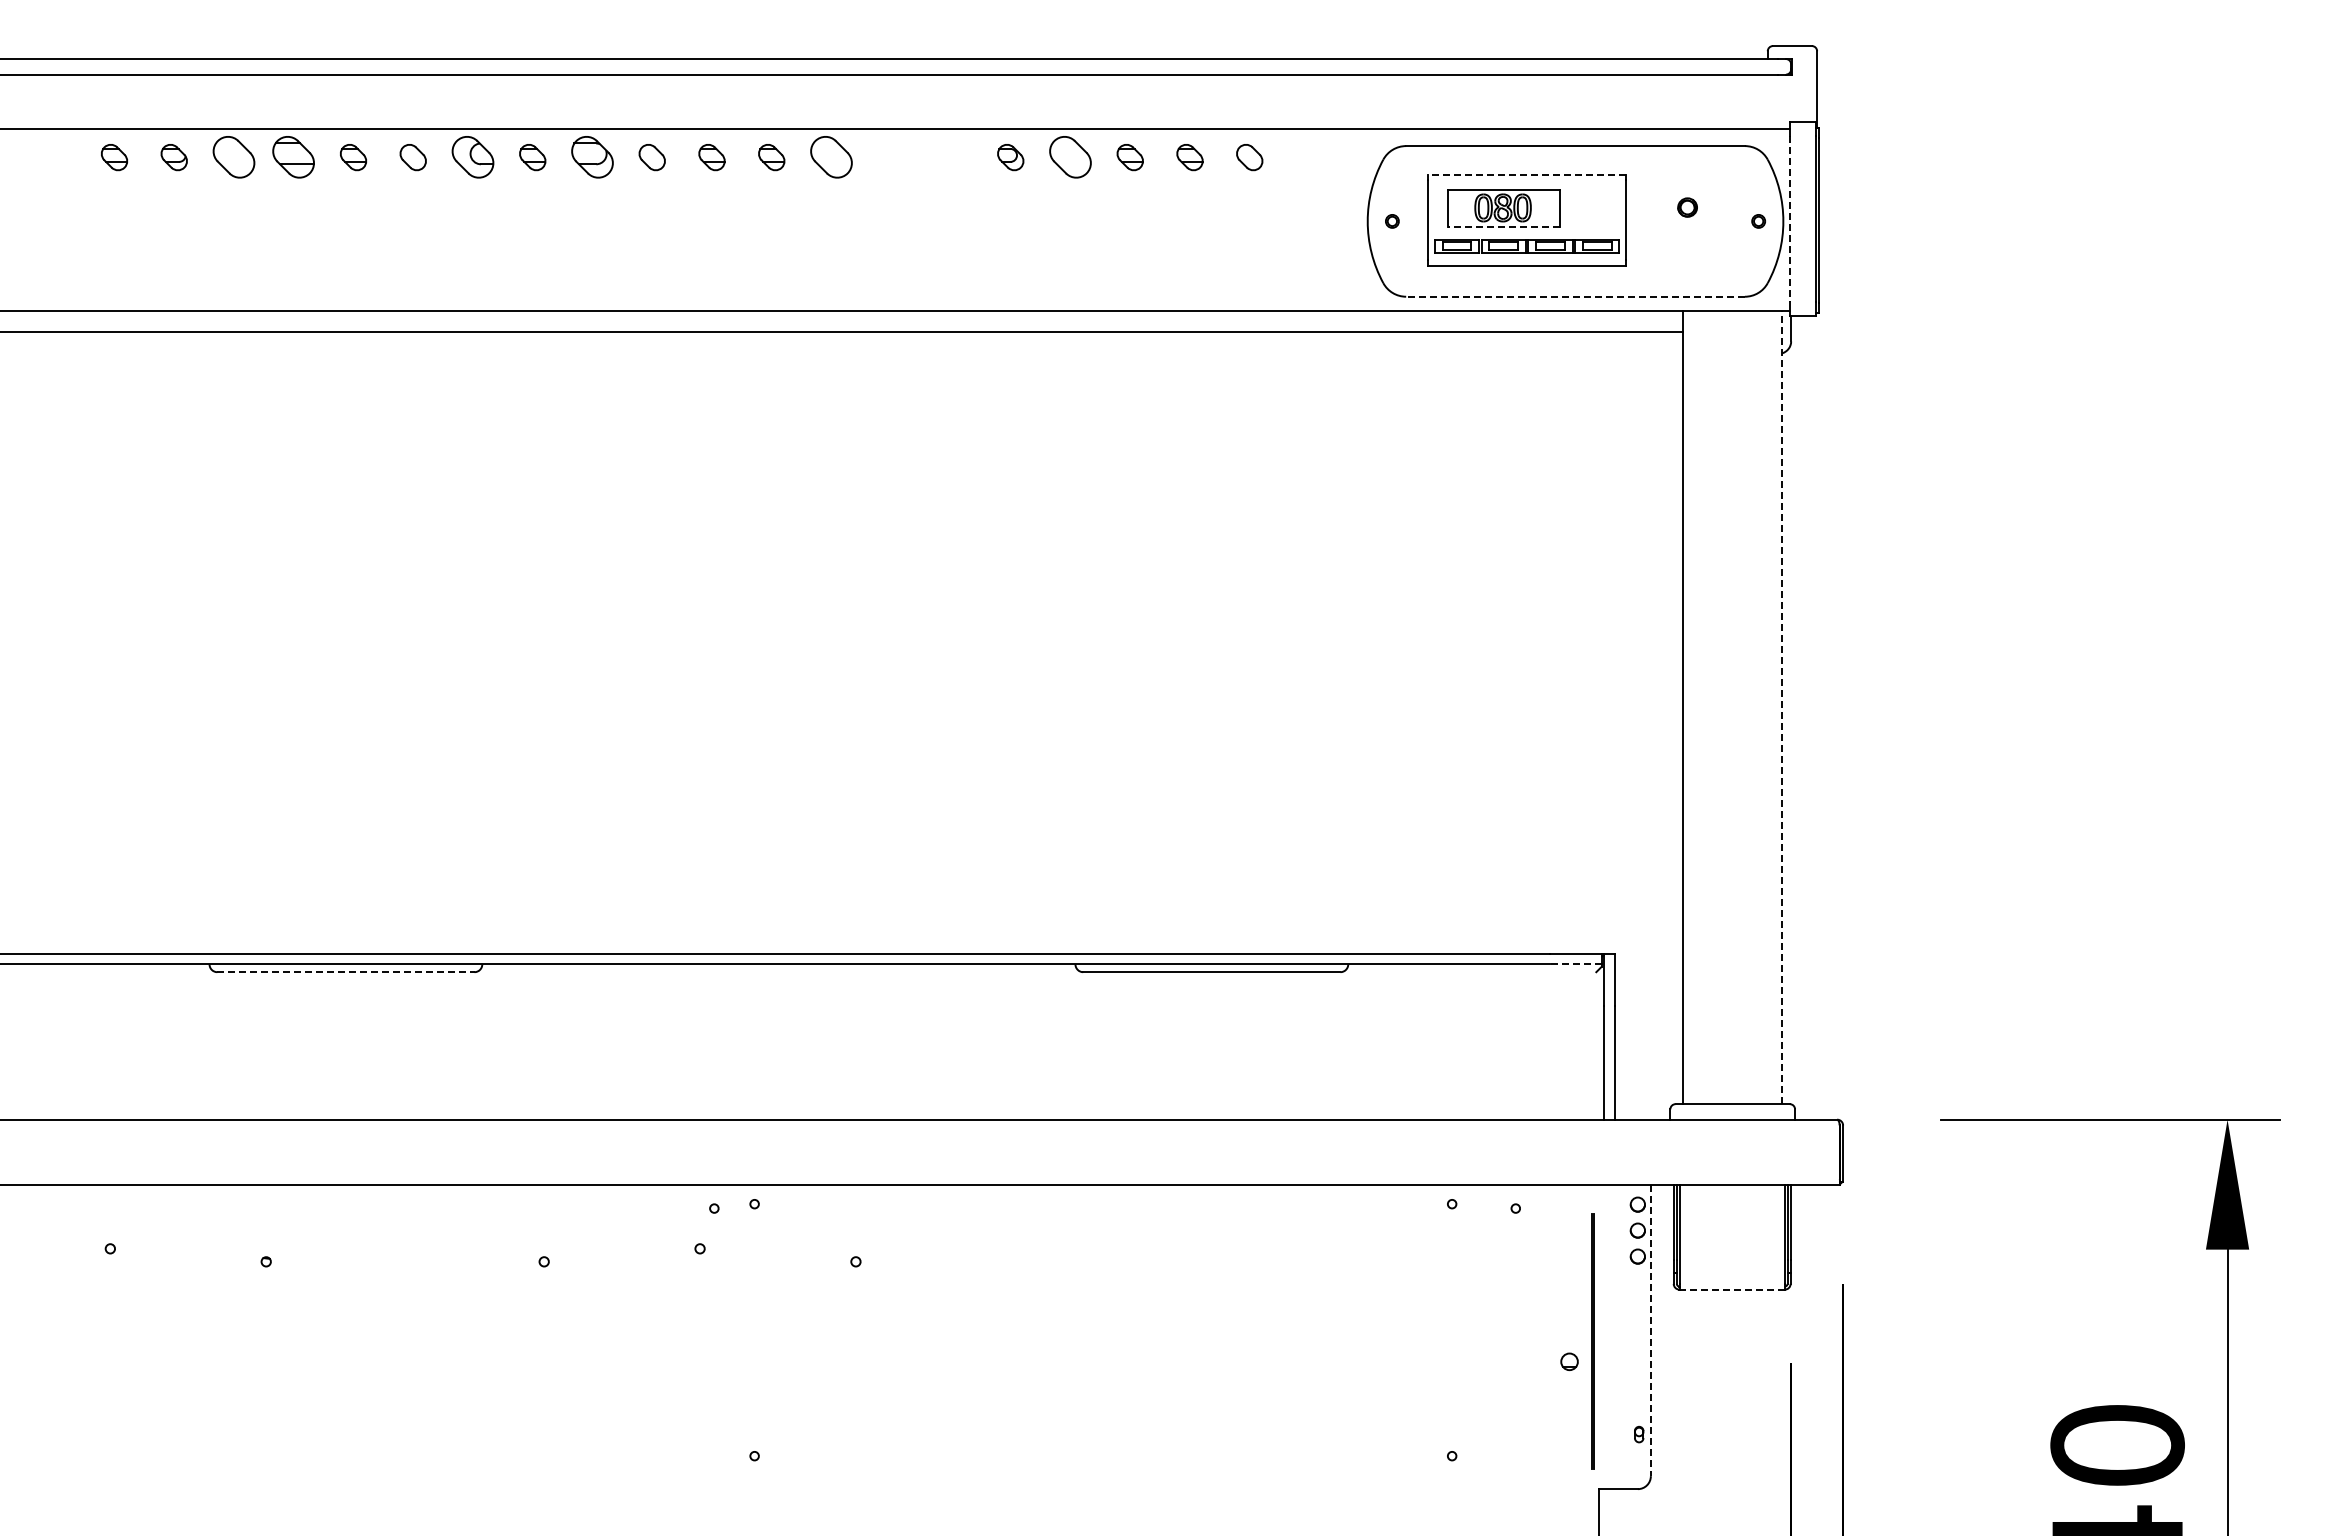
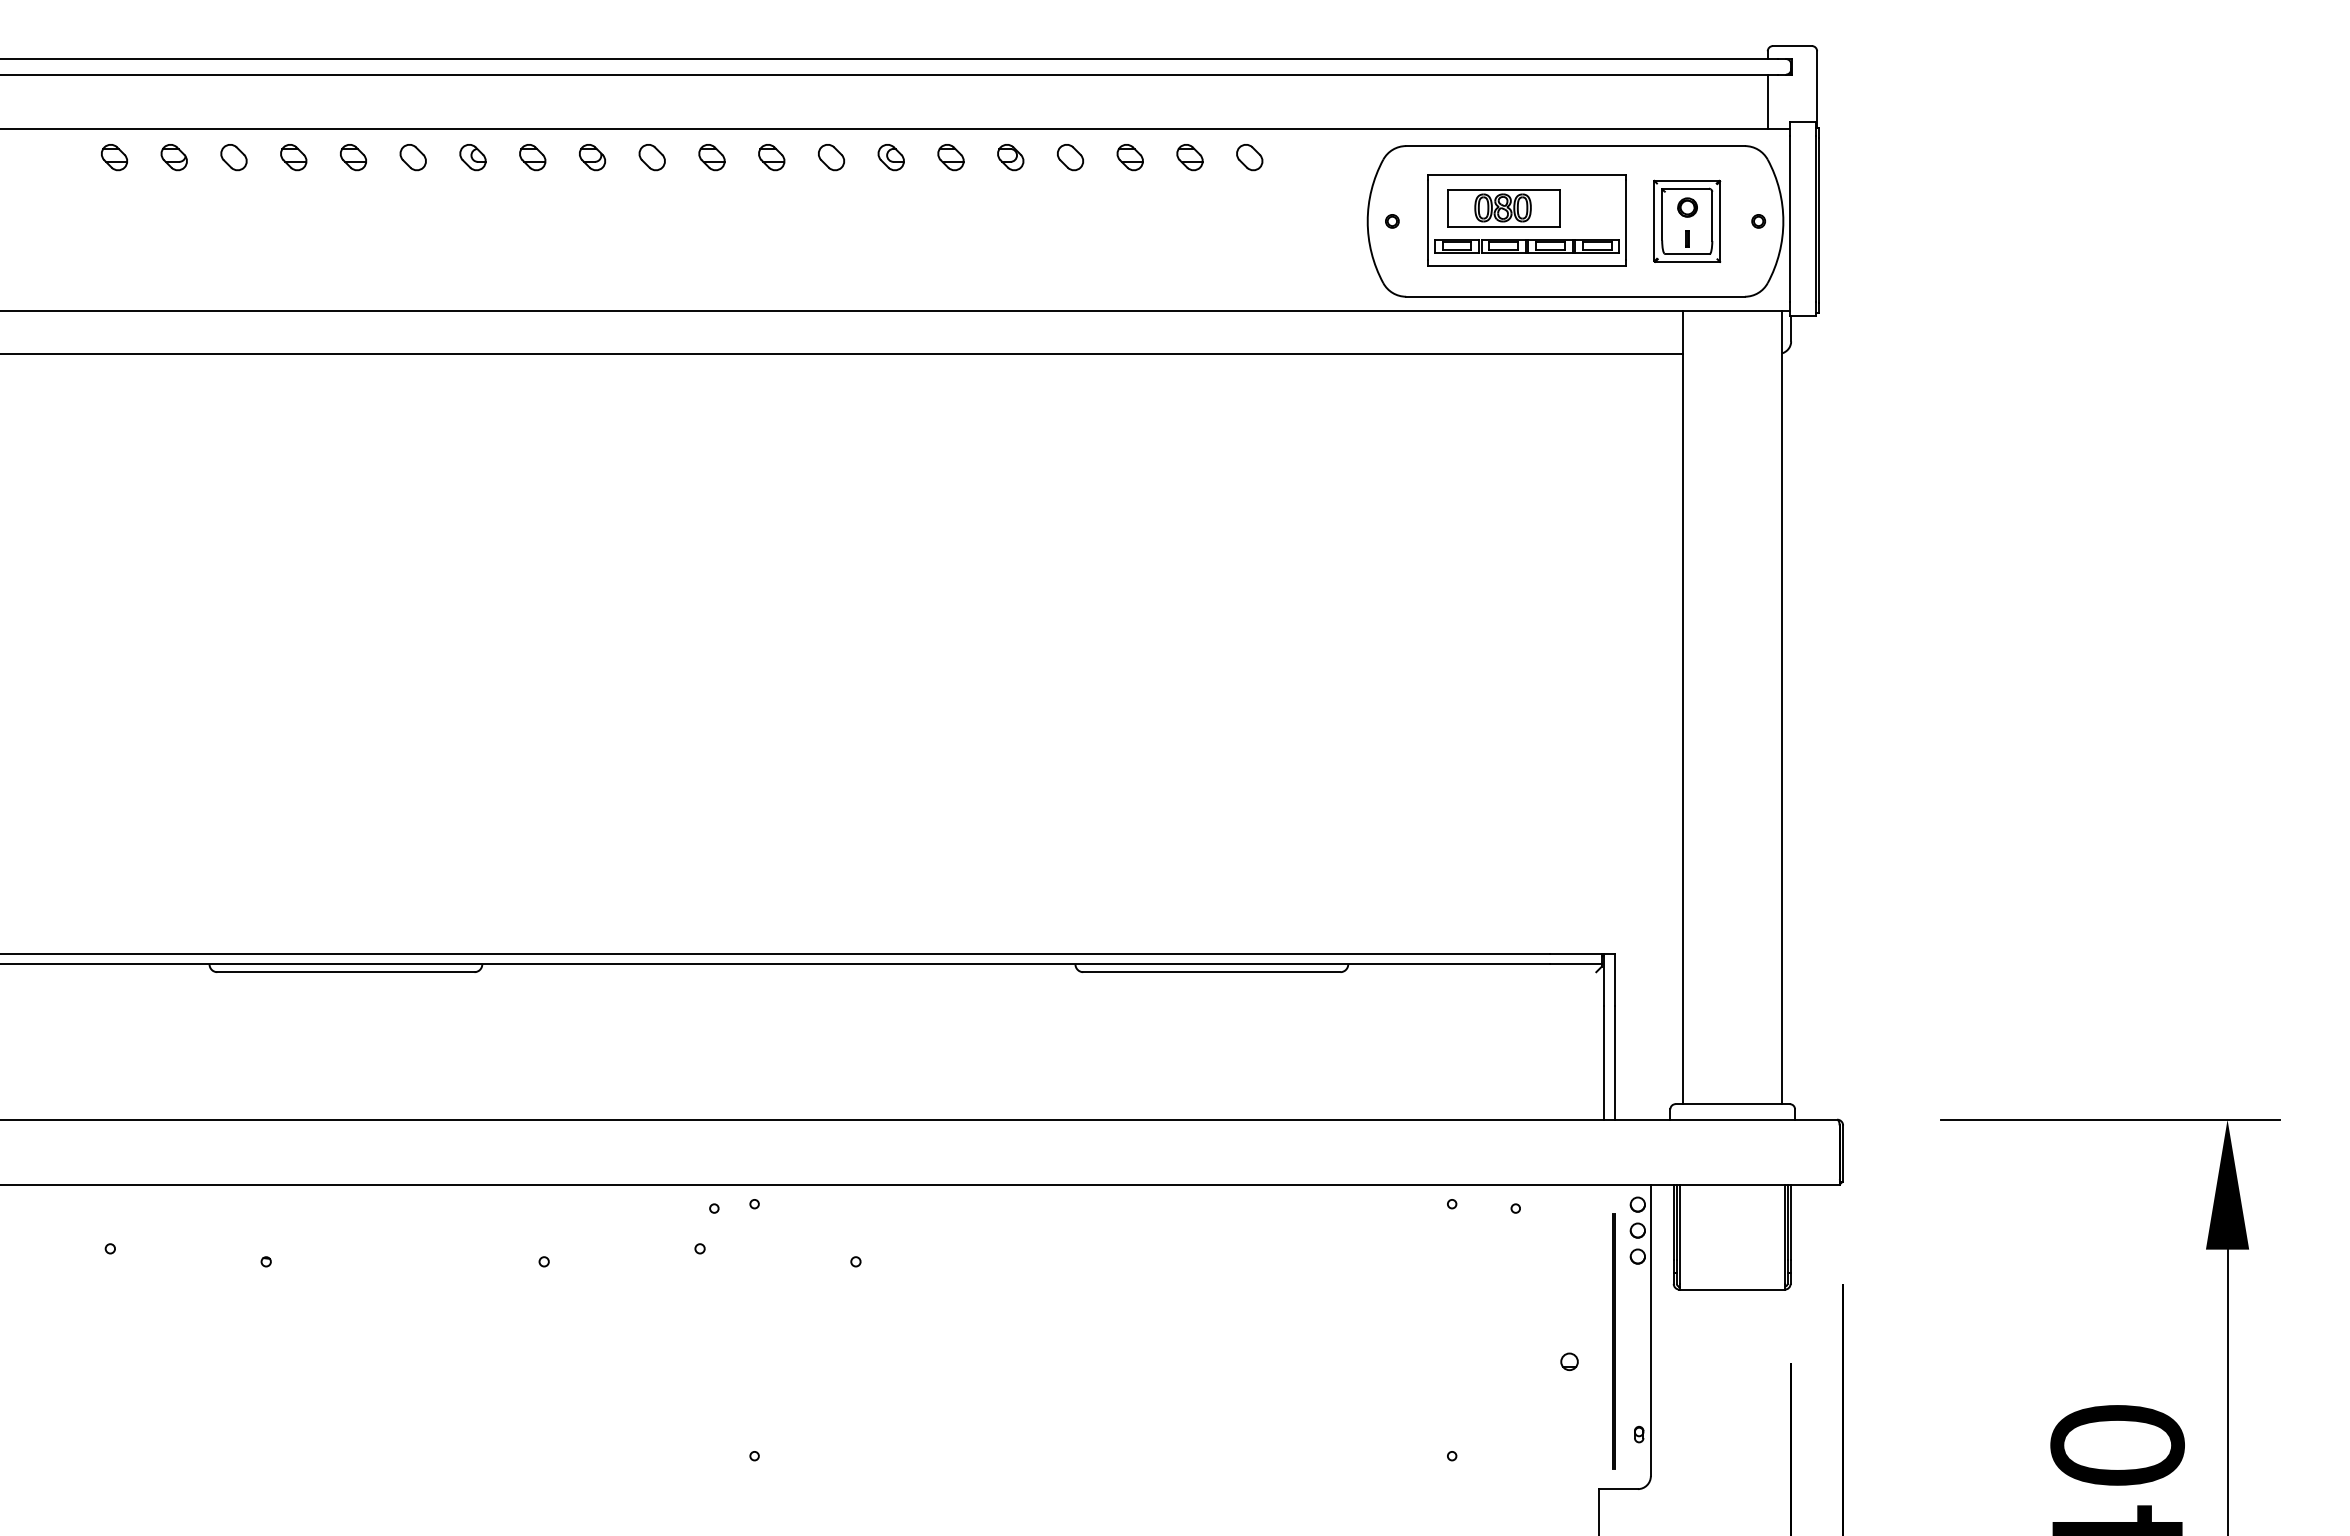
line at (1767, 101): none -> present
part at (233, 157) size: 44x43 px -> 28x28 px
part at (293, 157) size: 43x43 px -> 28x28 px
part at (472, 157) size: 44x43 px -> 28x28 px
part at (592, 157) size: 43x43 px -> 27x28 px
part at (831, 157) size: 43x43 px -> 27x28 px
part at (890, 157): none -> present
part at (950, 157): none -> present
part at (1070, 157) size: 43x43 px -> 27x28 px
line at (1527, 174): dashed -> solid
line at (1789, 219): dashed -> solid
part at (1687, 220): none -> present
line at (1503, 226): dashed -> solid
line at (1575, 296): dashed -> solid
line at (842, 331) position: (842, 331) -> (842, 353)
line at (1782, 707): dashed -> solid
line at (1575, 964): dashed -> solid
line at (345, 972): dashed -> solid
line at (1731, 1289): dashed -> solid
line at (1650, 1330): dashed -> solid
line at (1592, 1341) position: (1592, 1341) -> (1613, 1341)
